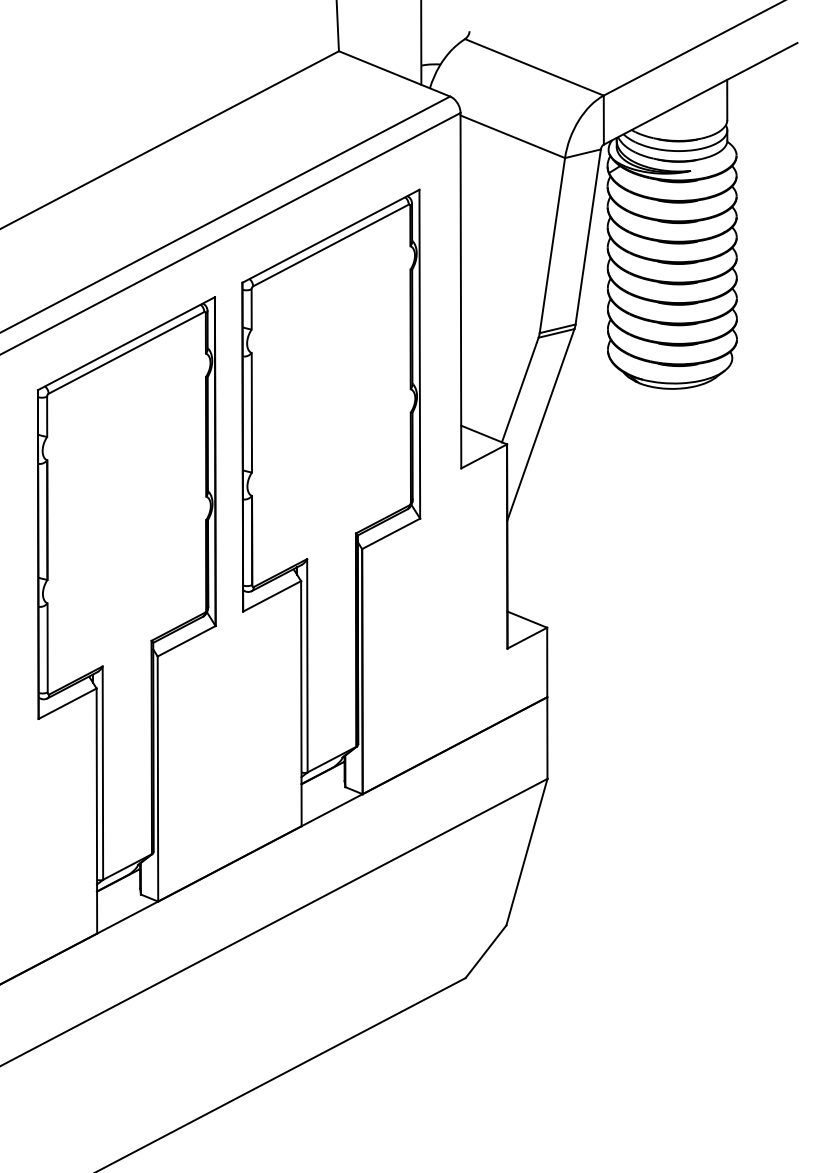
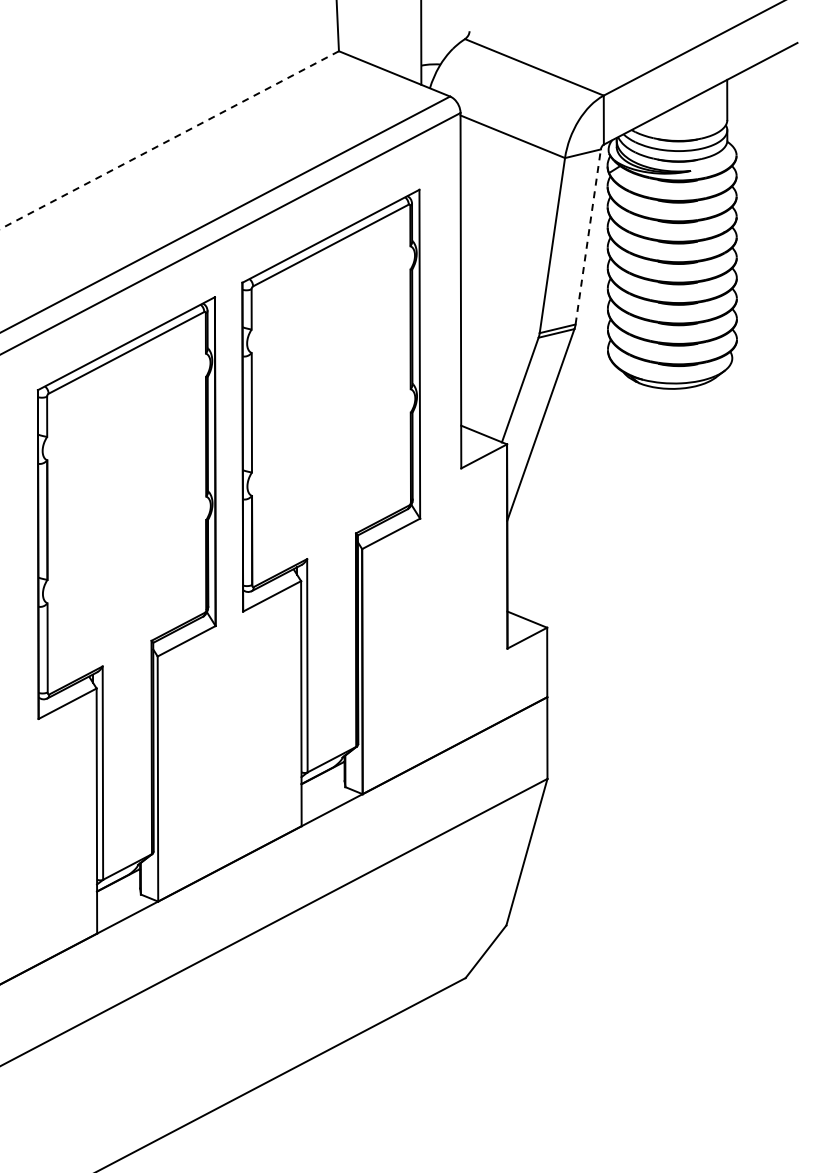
line at (169, 140): solid -> dashed
line at (588, 236): solid -> dashed
